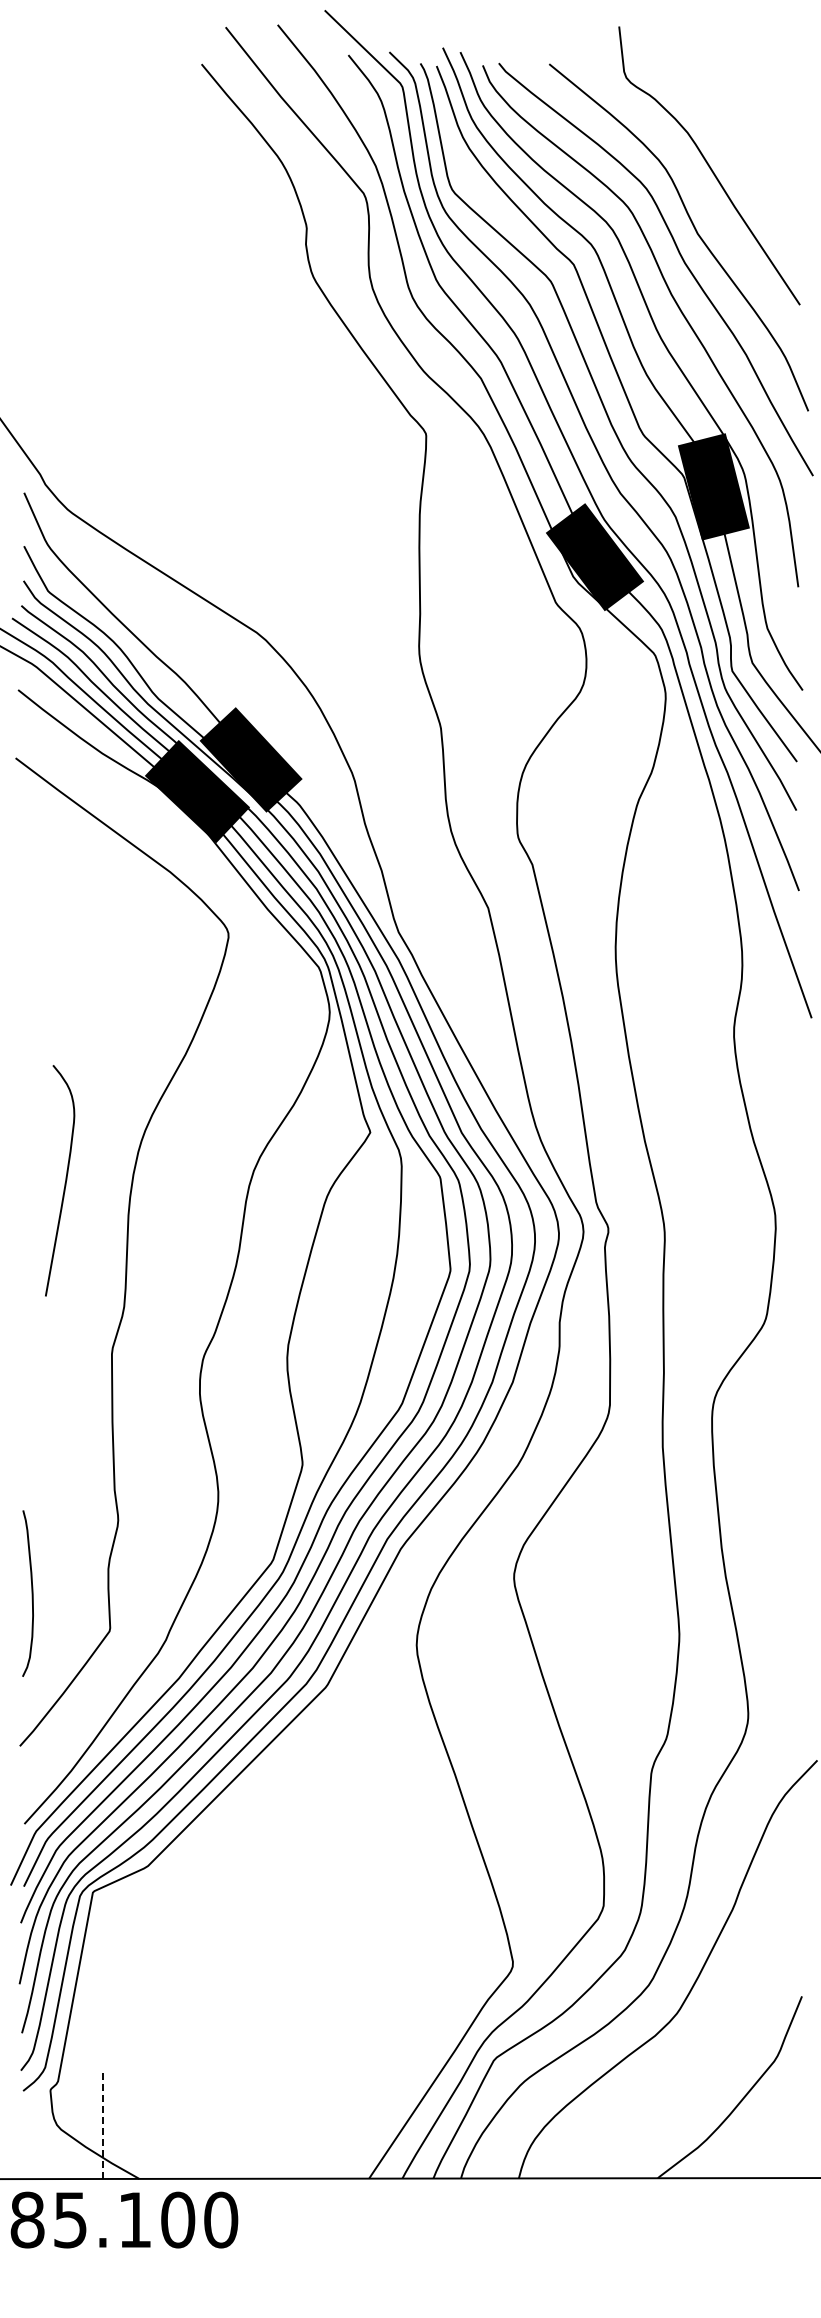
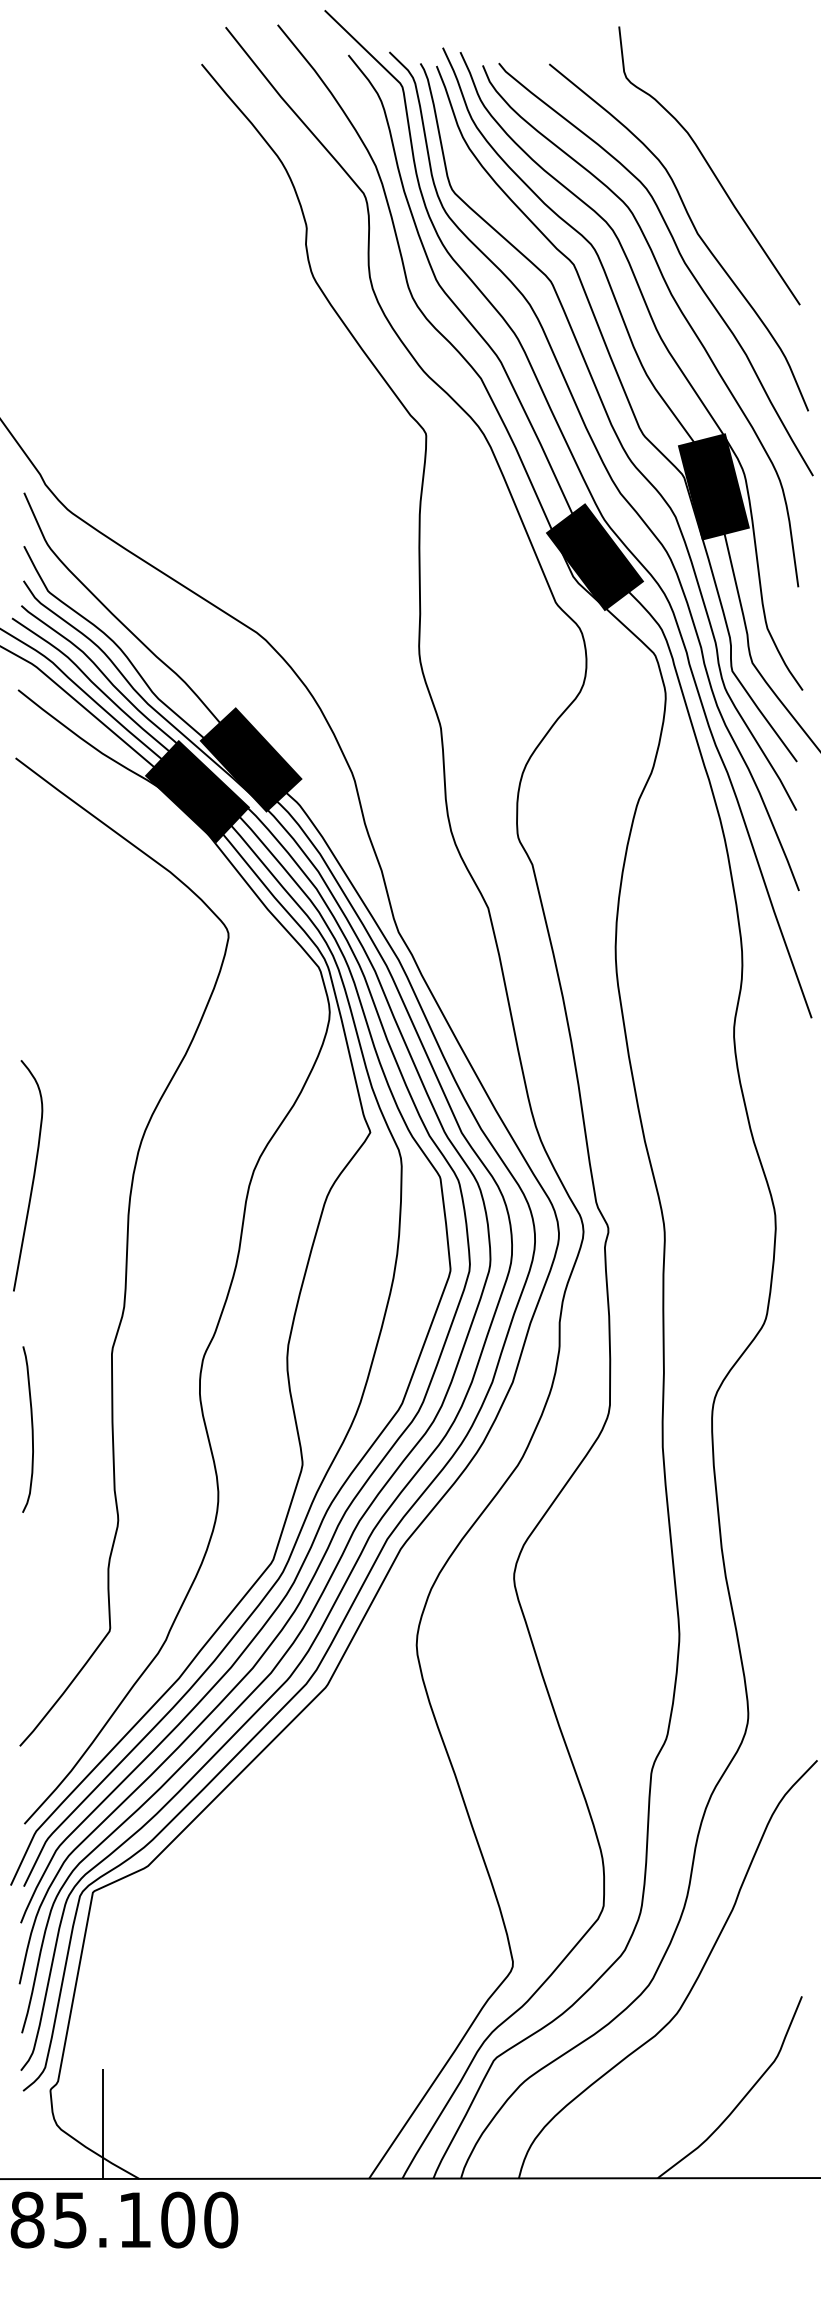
curve at (65, 1180) position: (65, 1180) -> (33, 1175)
curve at (31, 1593) position: (31, 1593) -> (31, 1429)
line at (102, 2124): dashed -> solid
